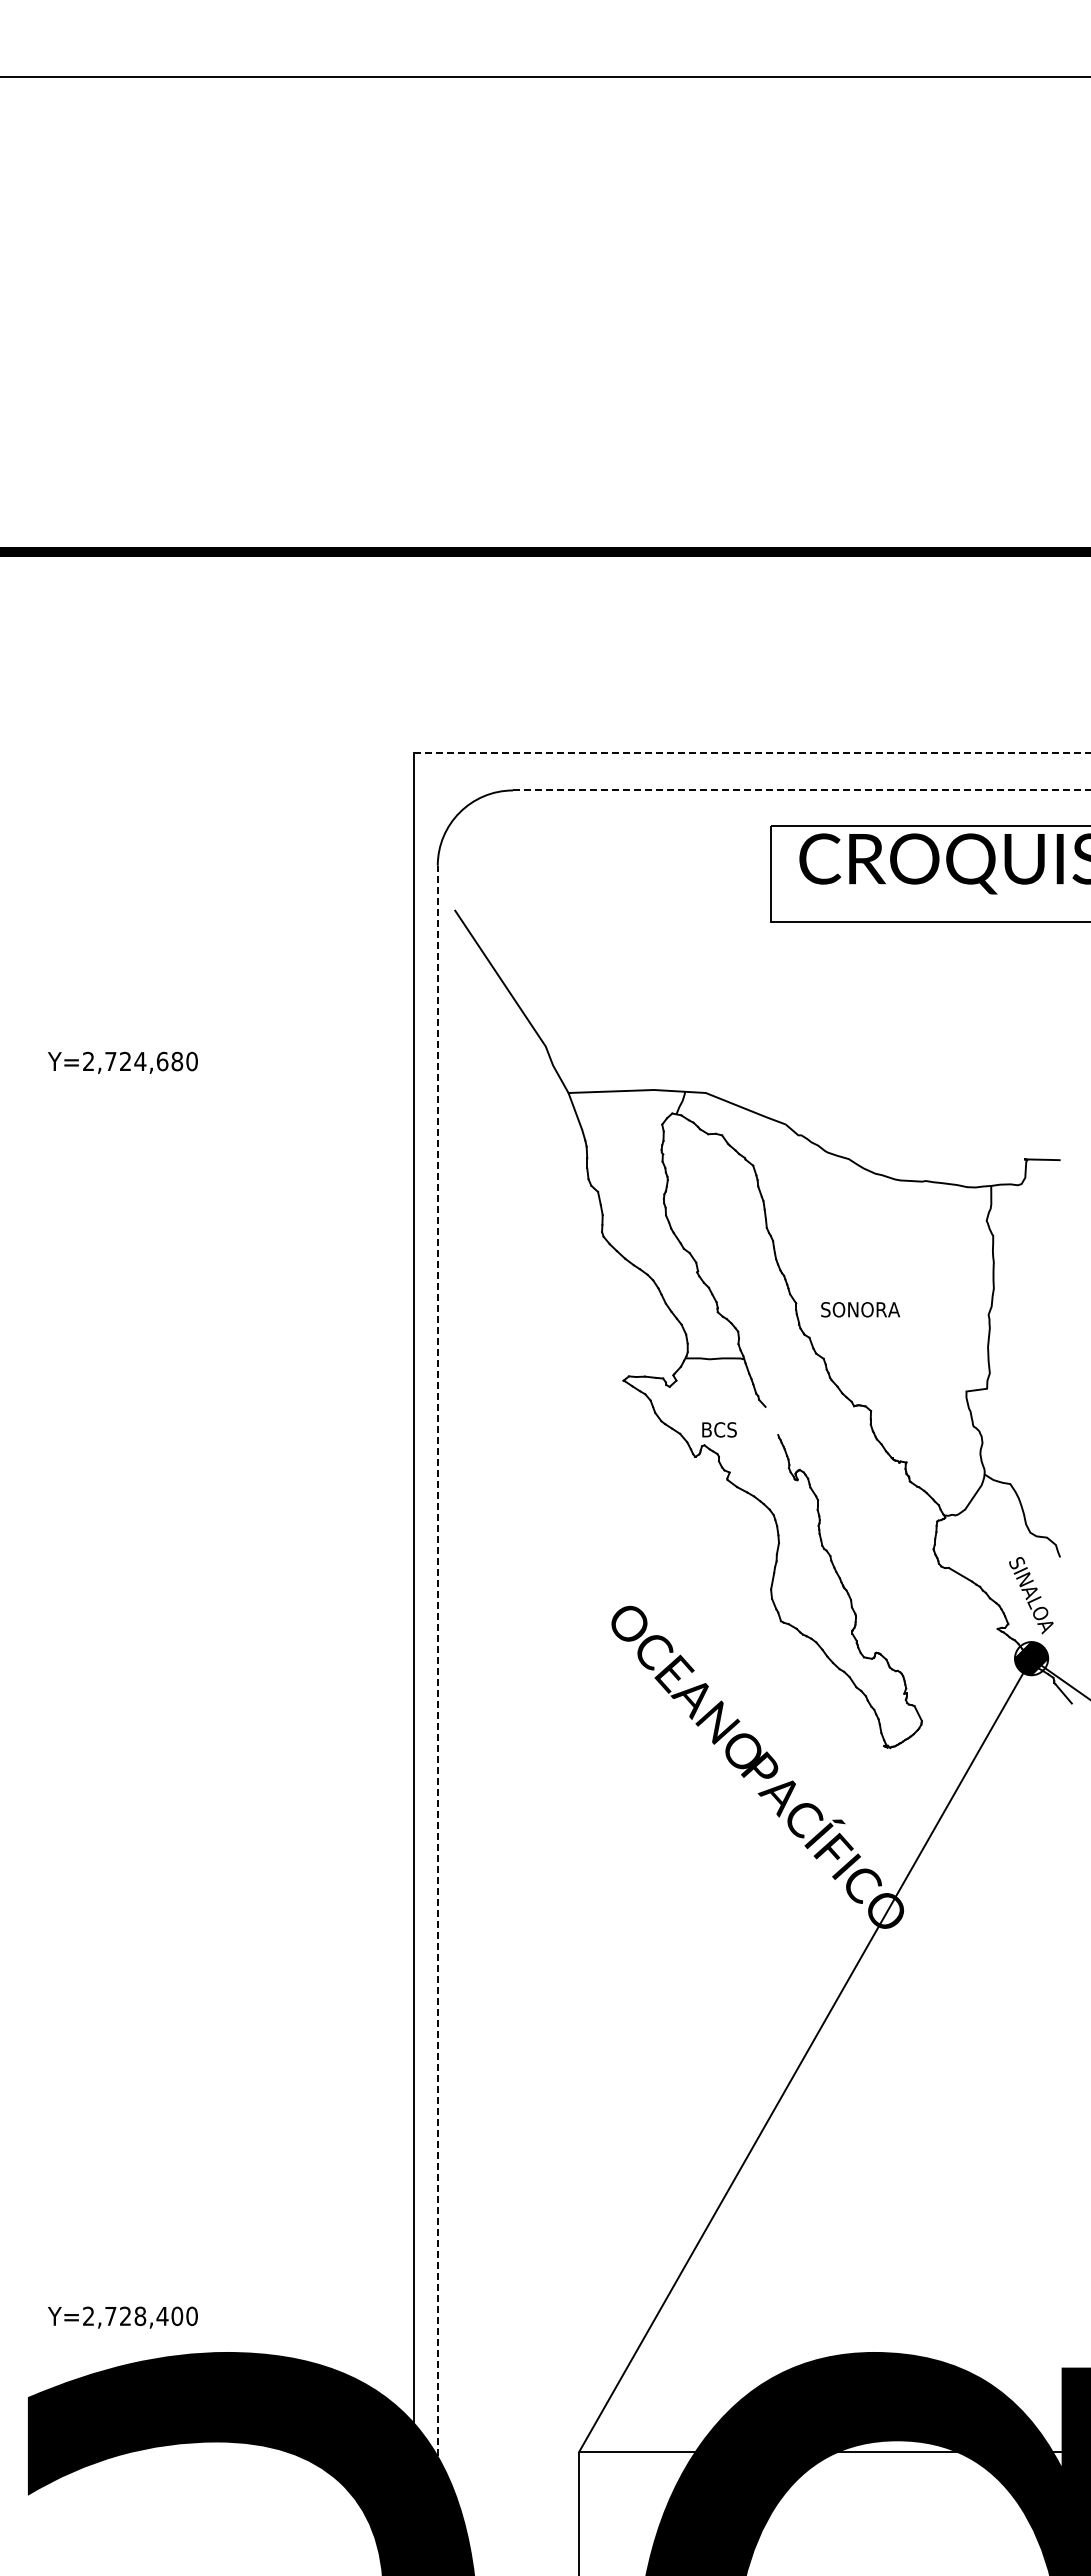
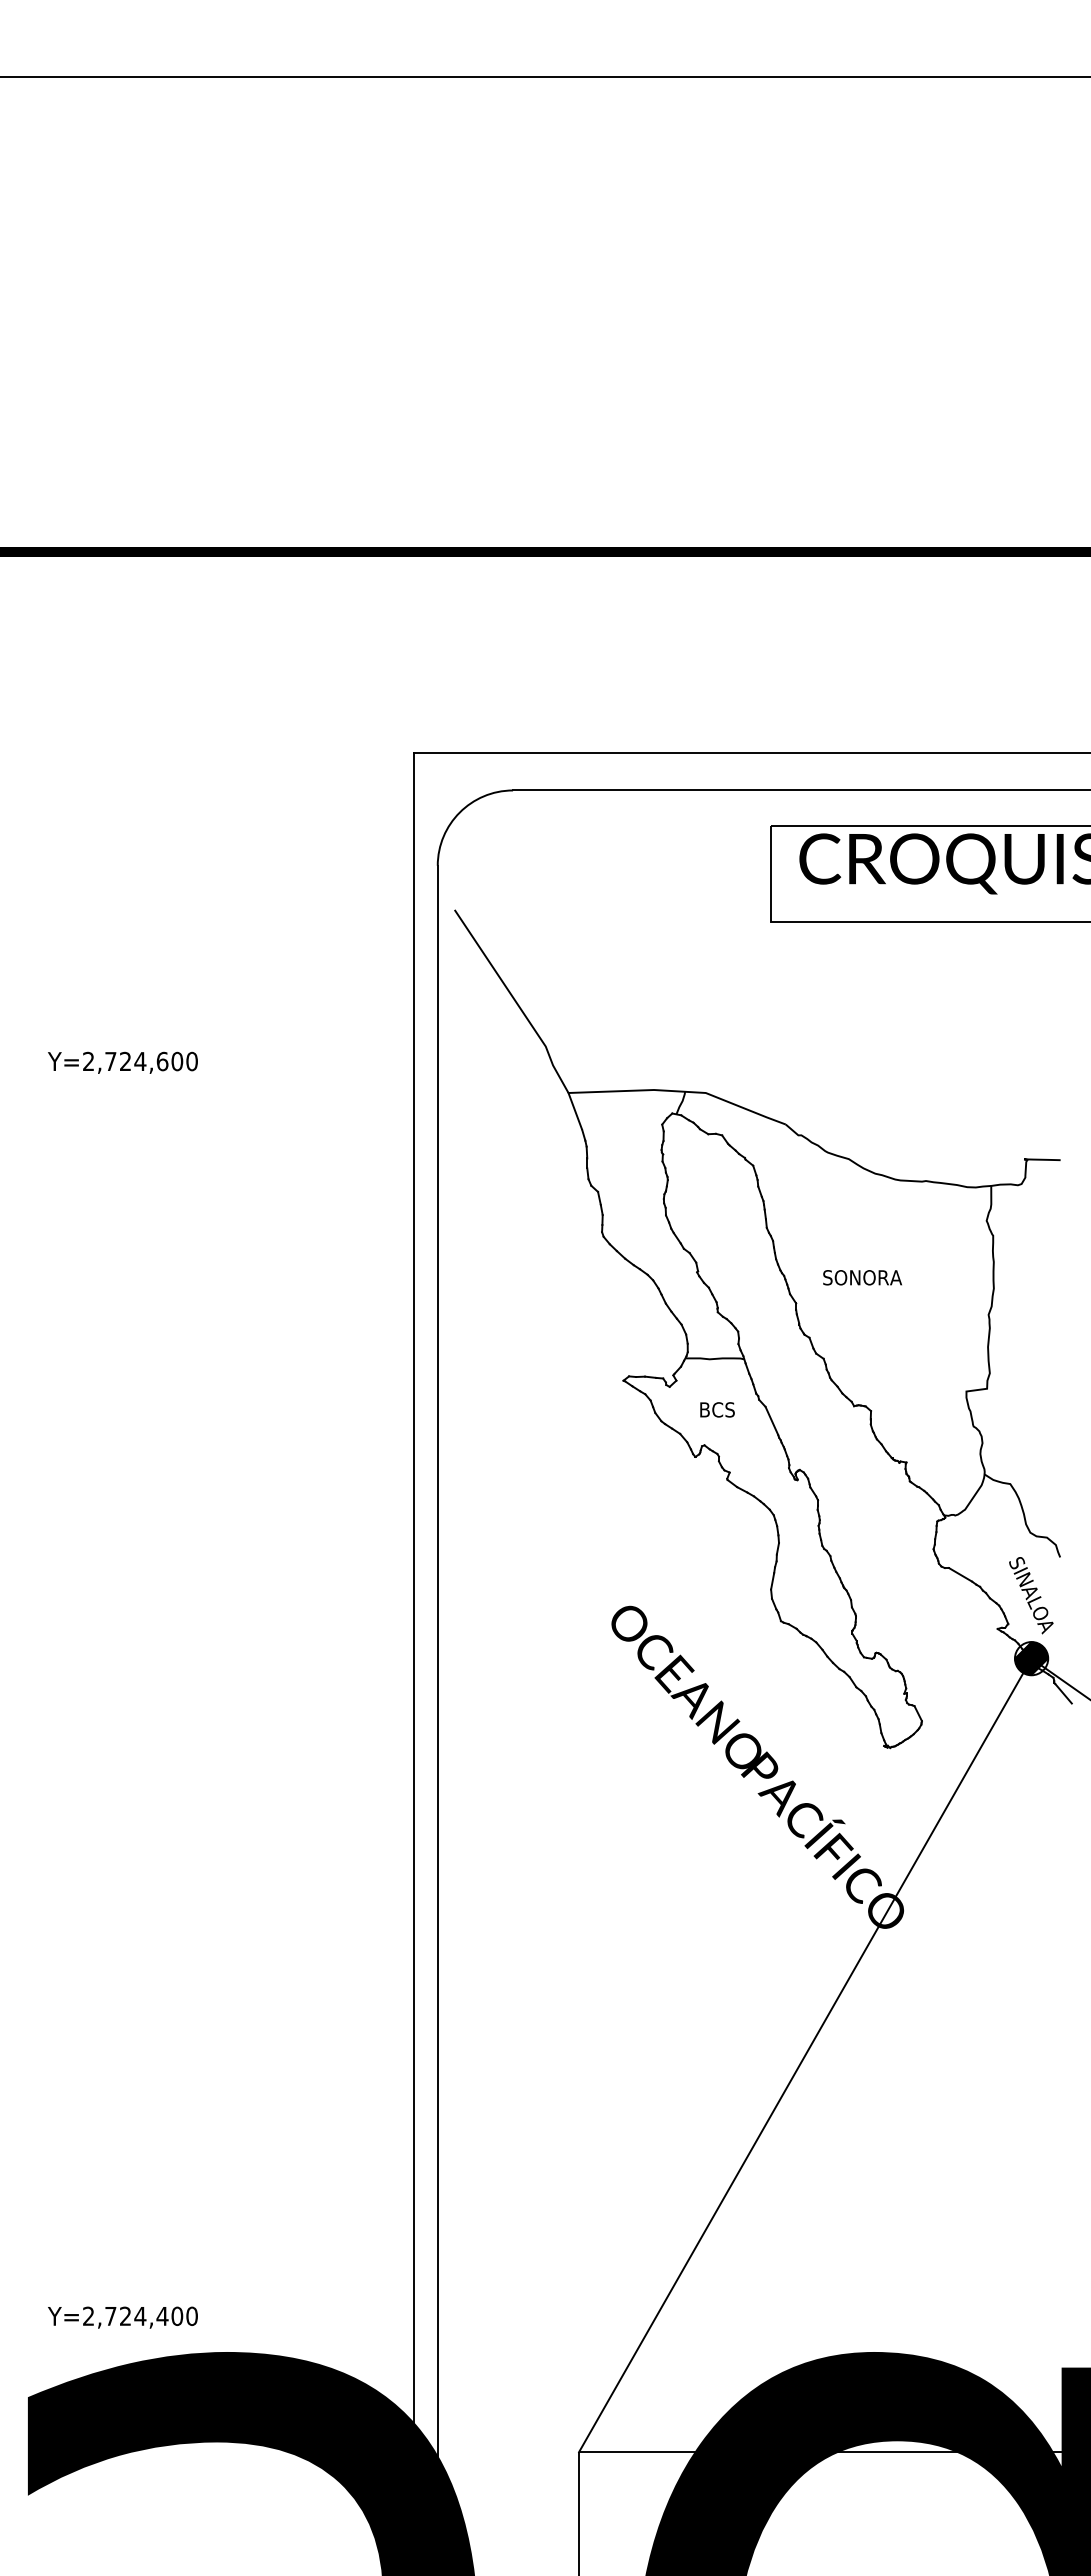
line at (752, 752): dashed -> solid
line at (801, 790): dashed -> solid
text at (177, 1061): Y=2,724,680 -> Y=2,724,600
text at (860, 1309) position: (860, 1309) -> (862, 1277)
line at (771, 1420): none -> present
text at (719, 1429) position: (719, 1429) -> (717, 1409)
line at (437, 1720): dashed -> solid
text at (140, 2316): Y=2,728,400 -> Y=2,724,400
